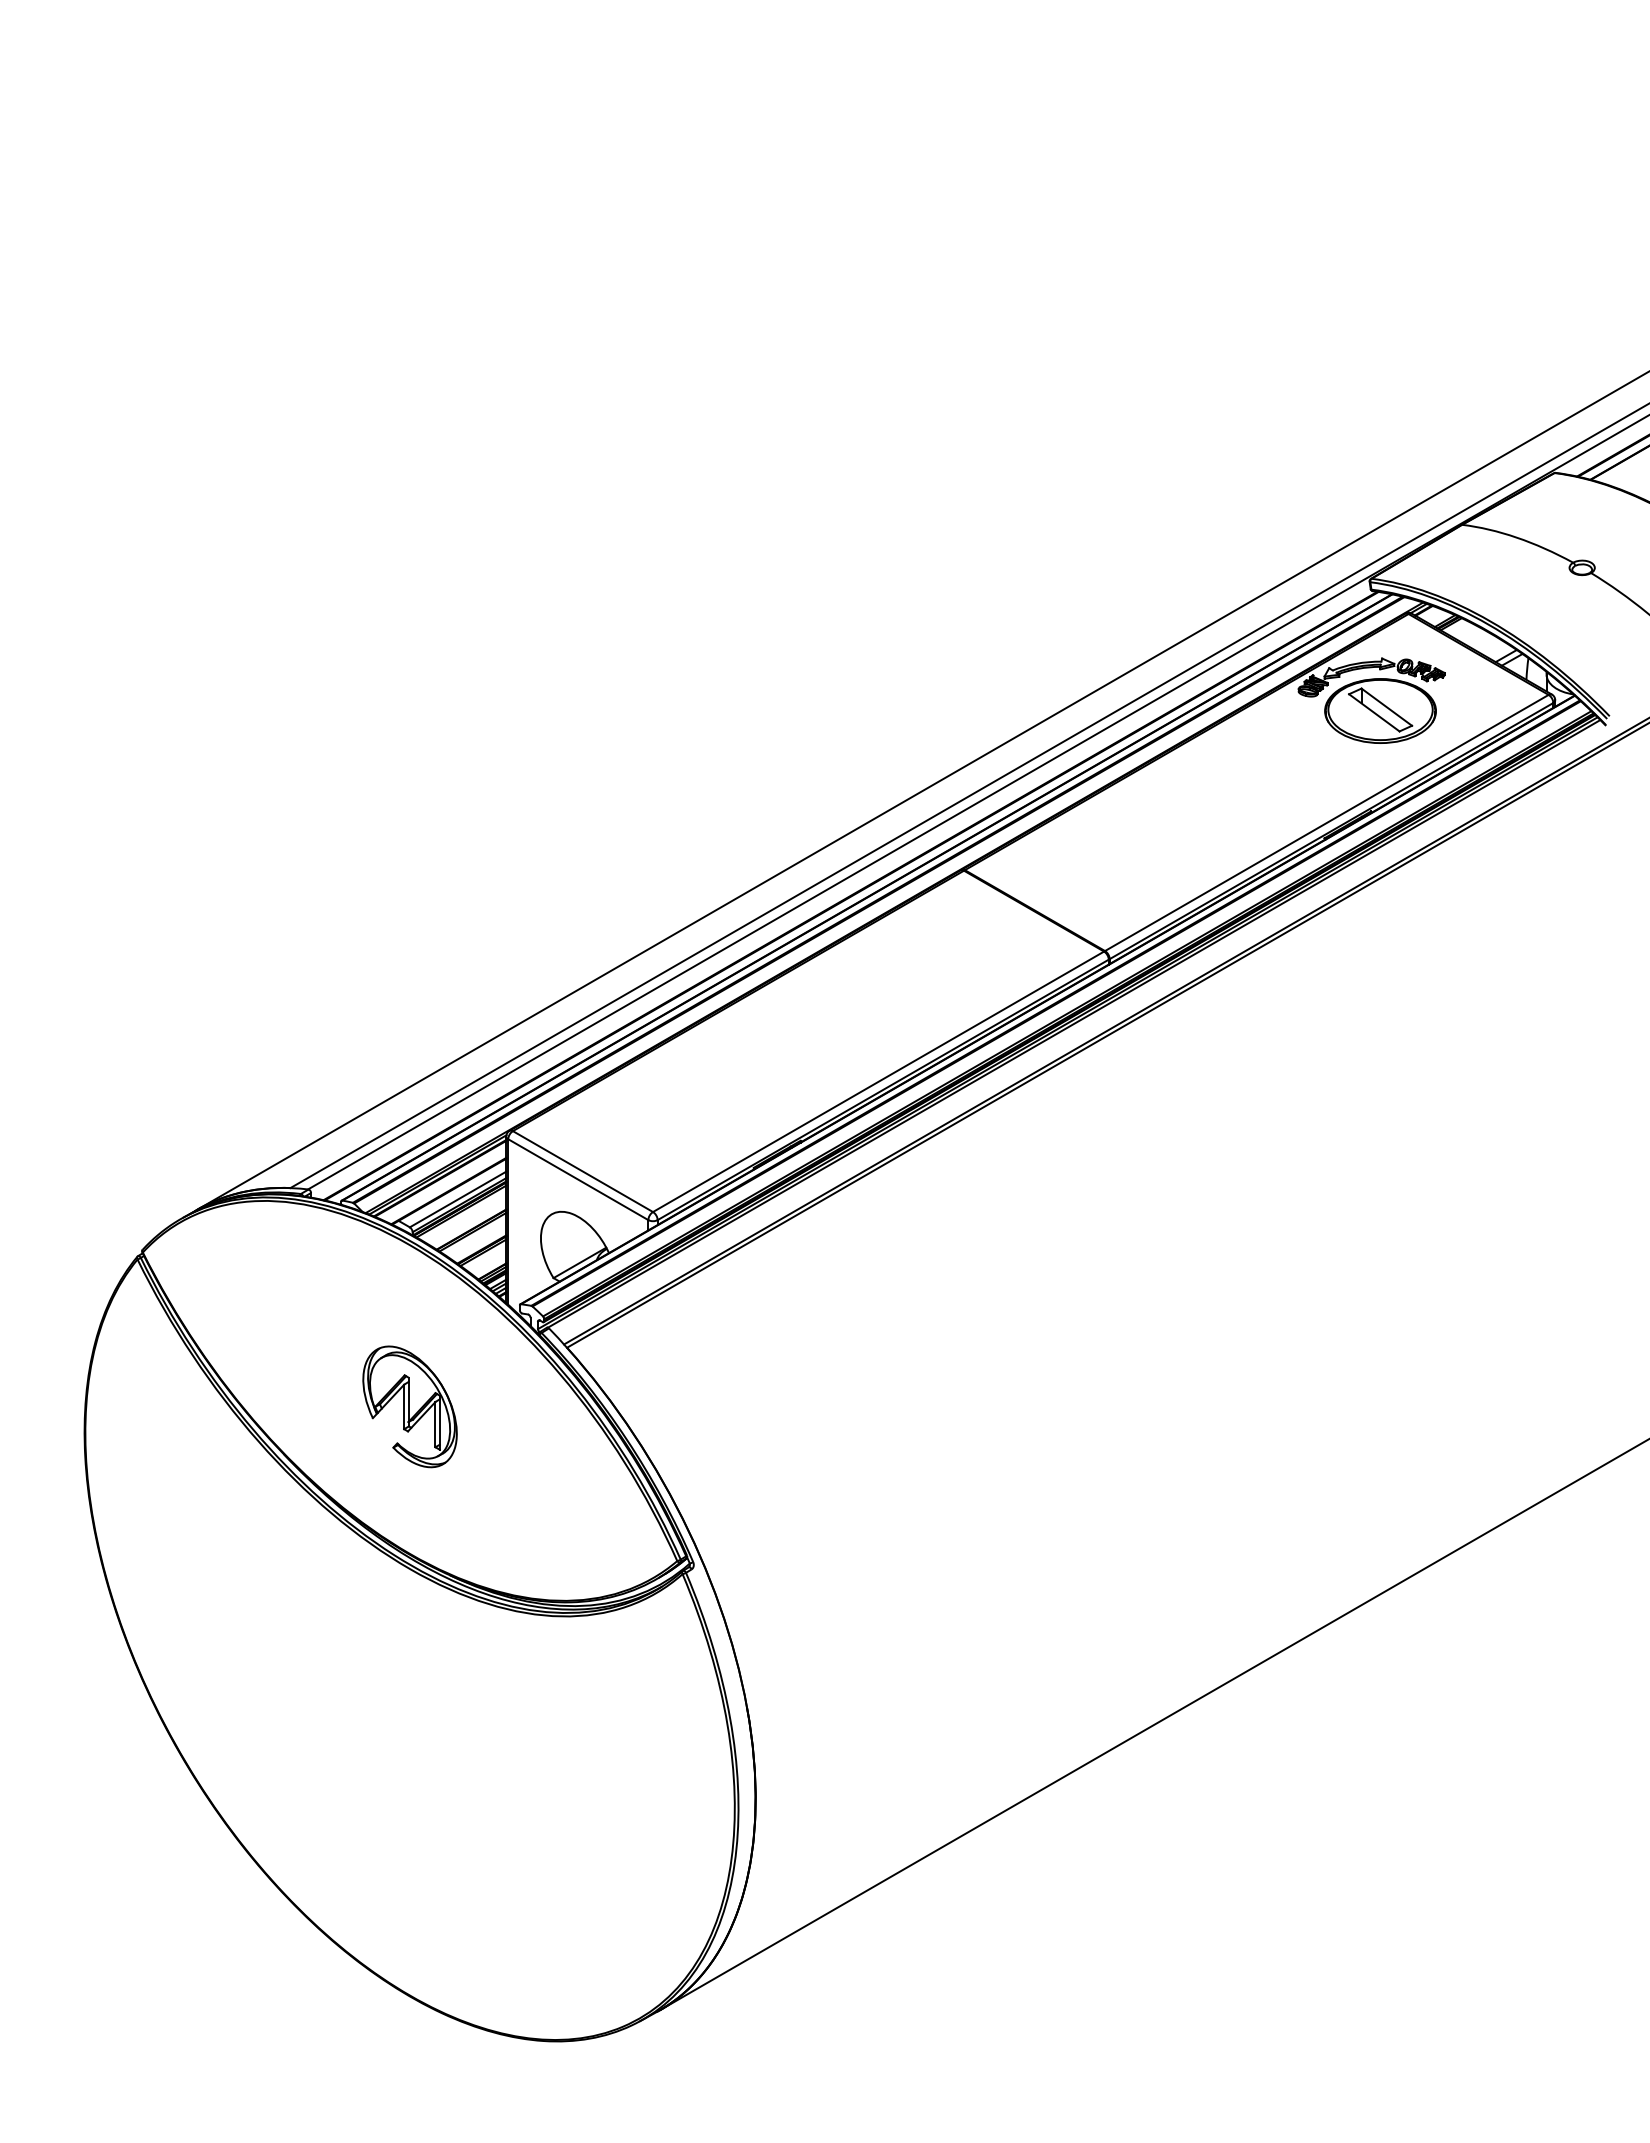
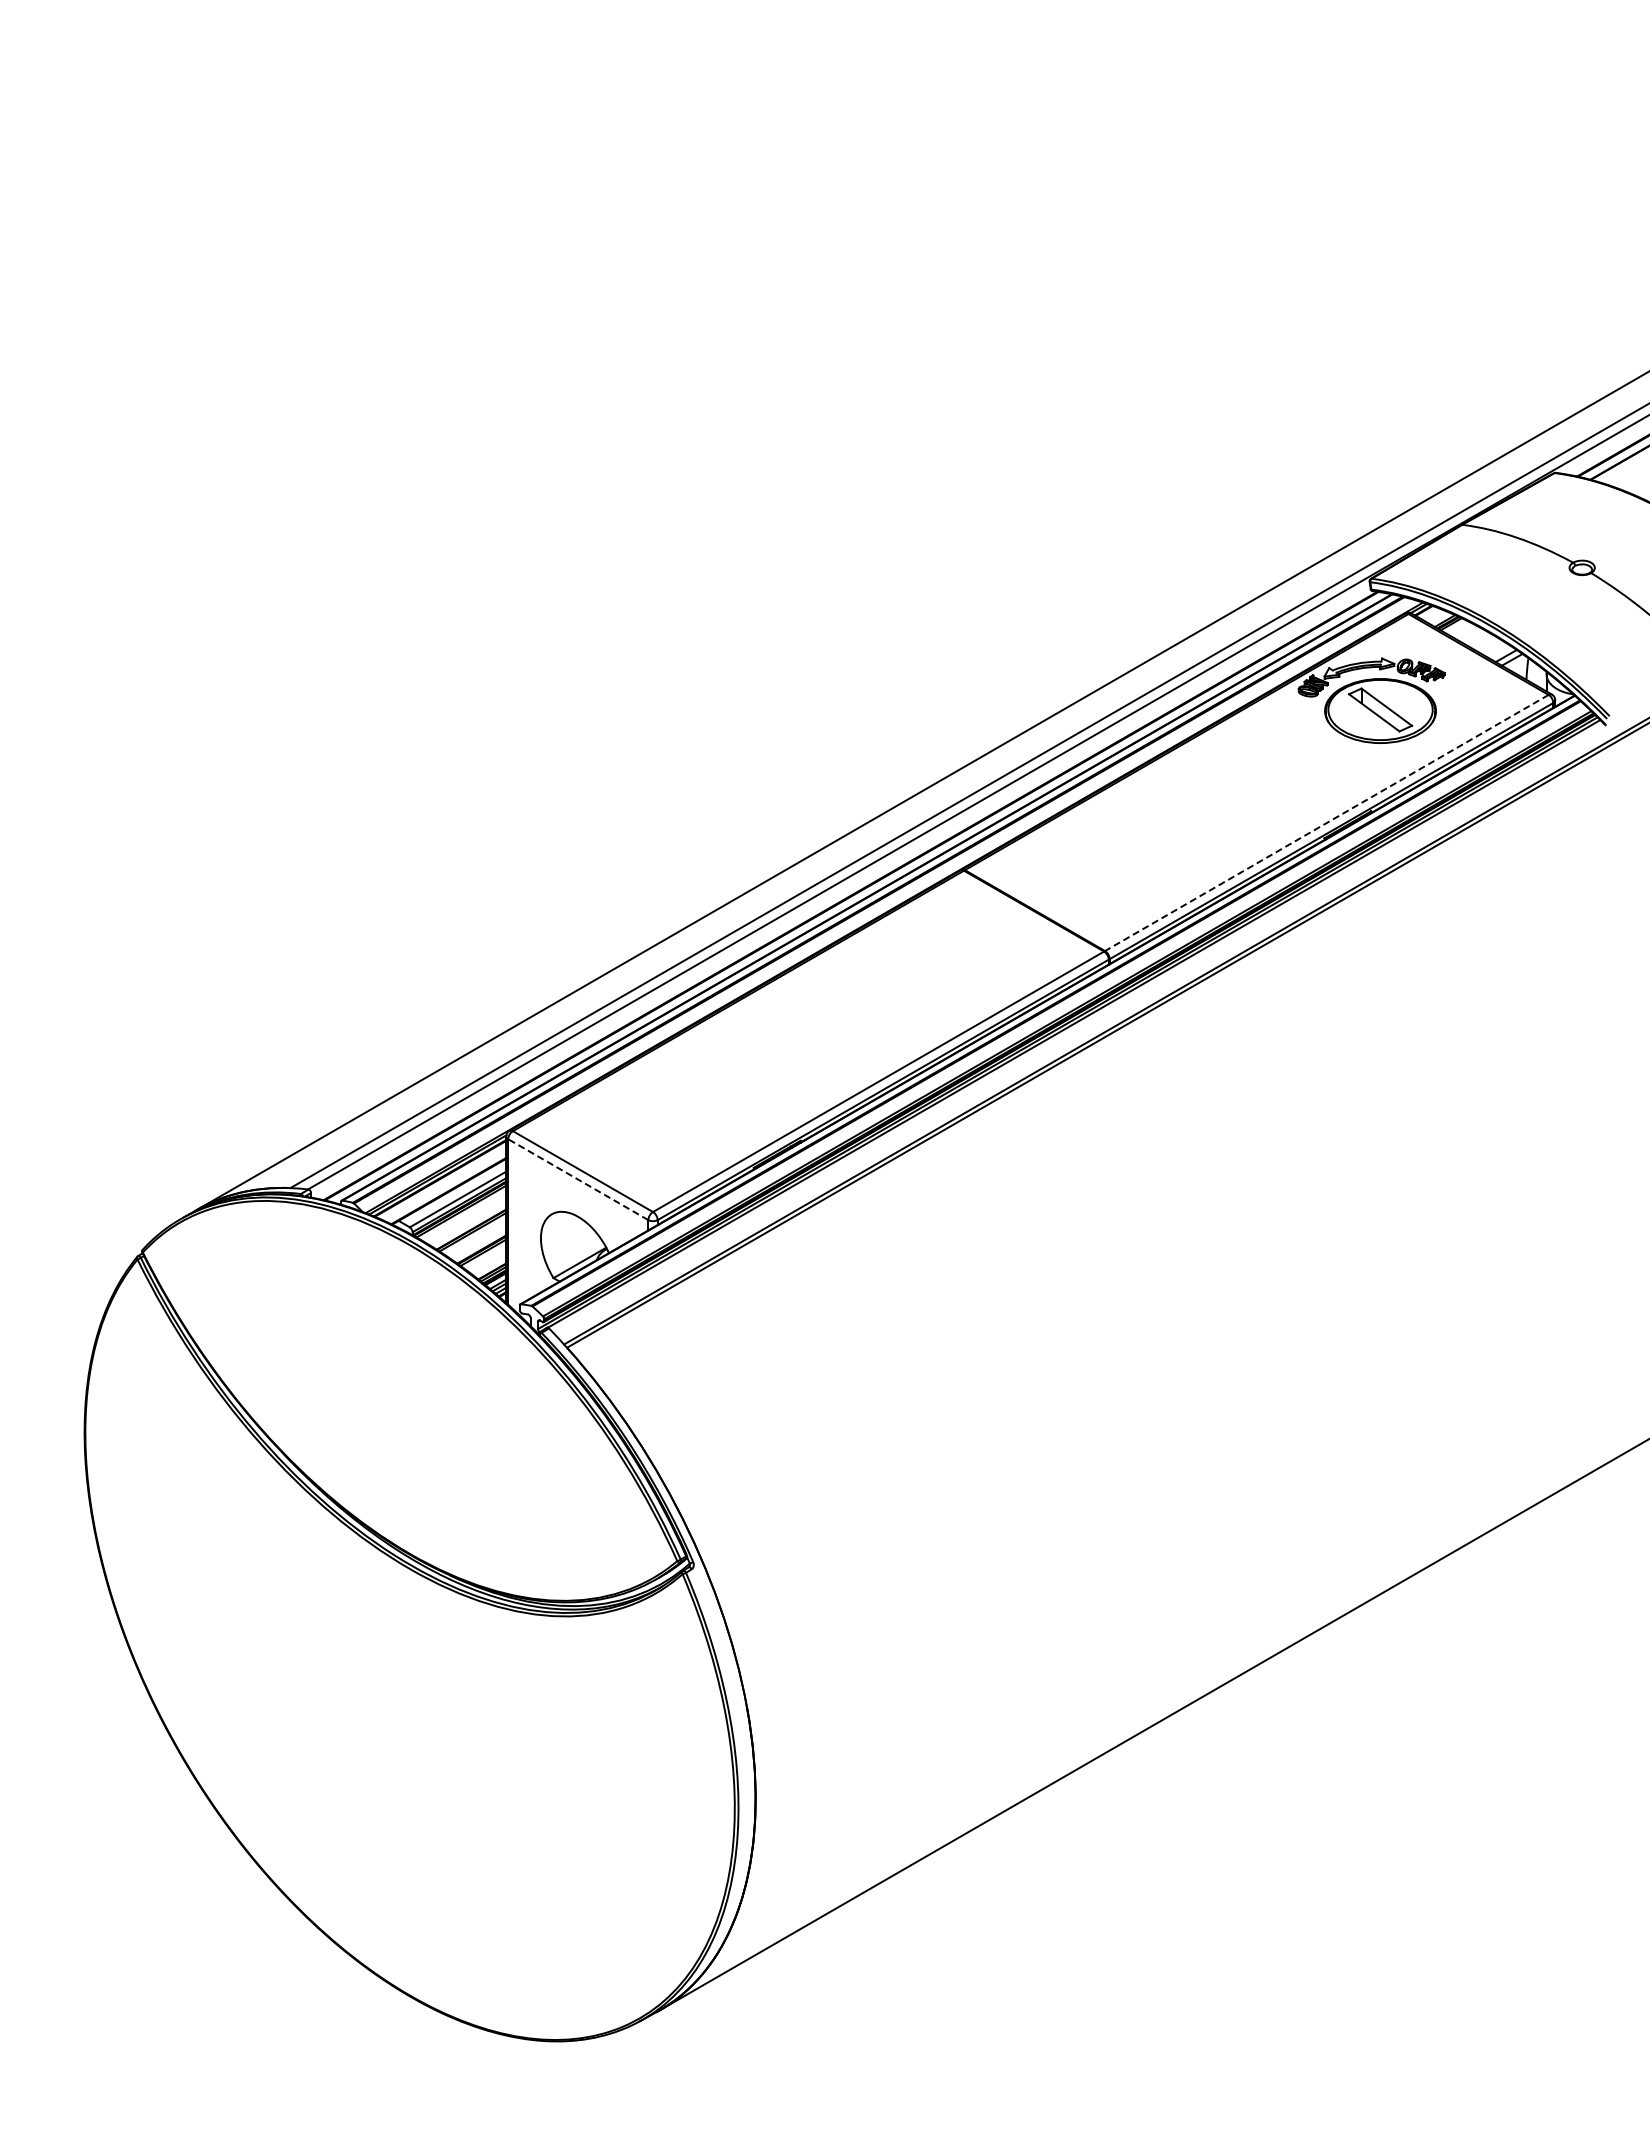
line at (1326, 823): solid -> dashed
line at (578, 1179): solid -> dashed
part at (409, 1406): present -> none
